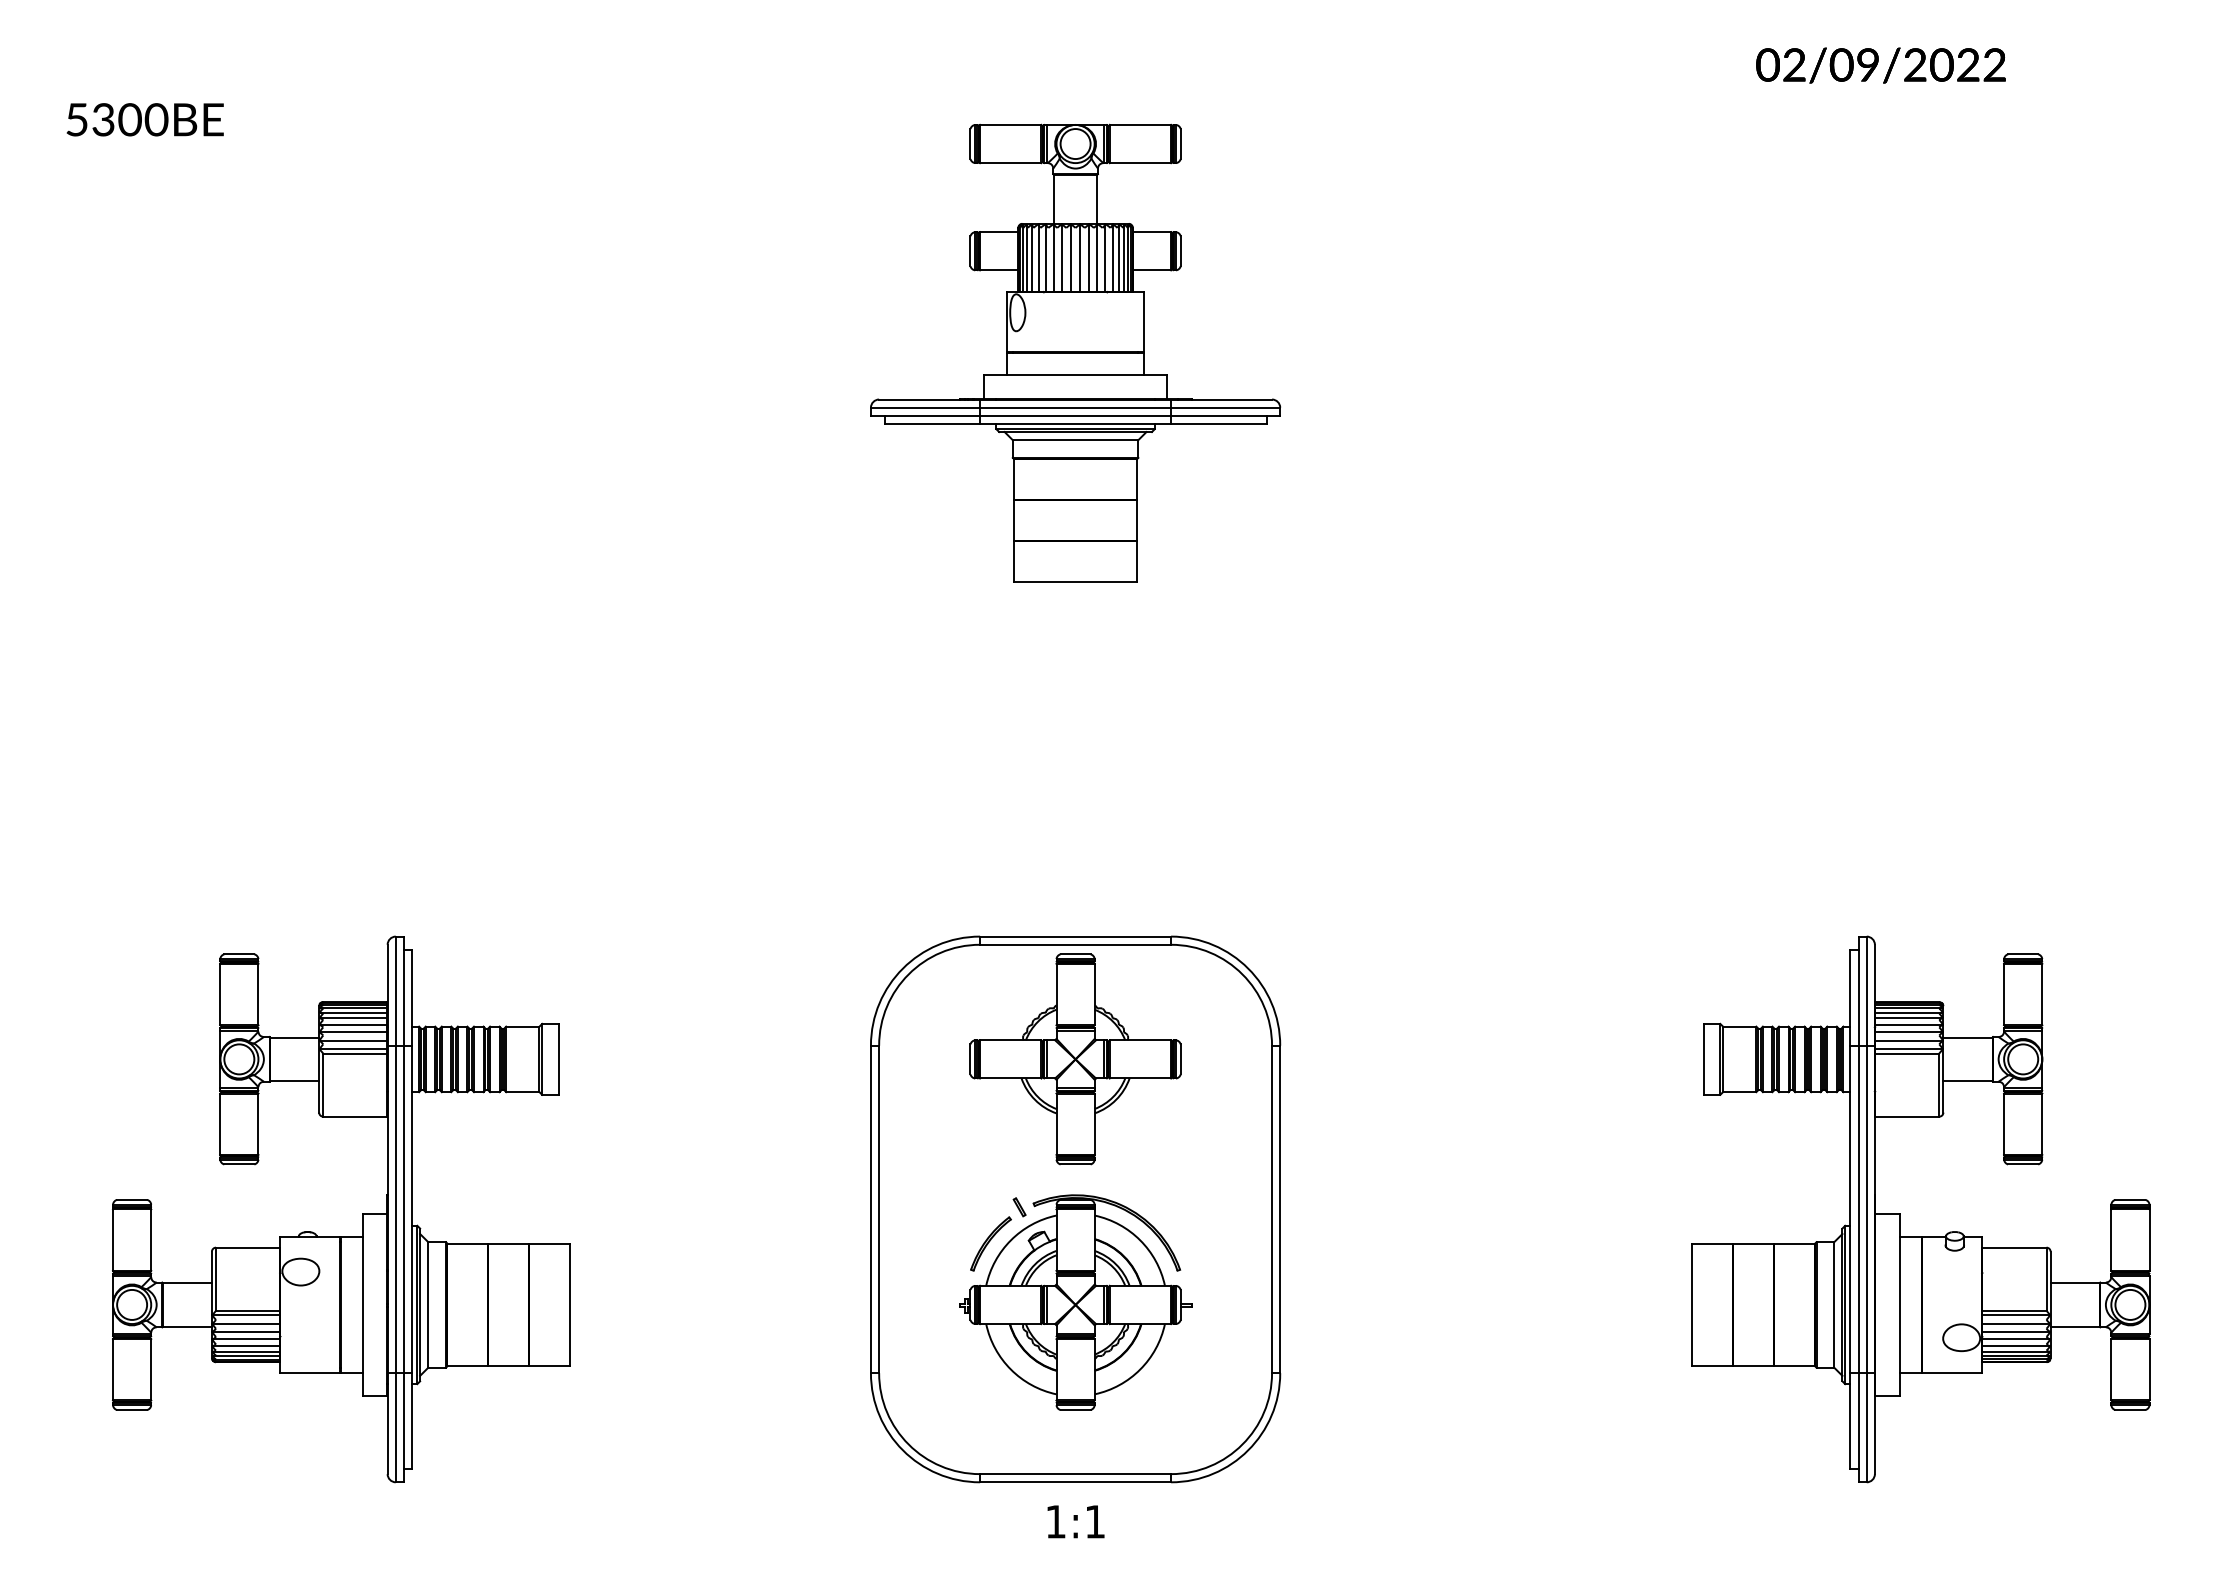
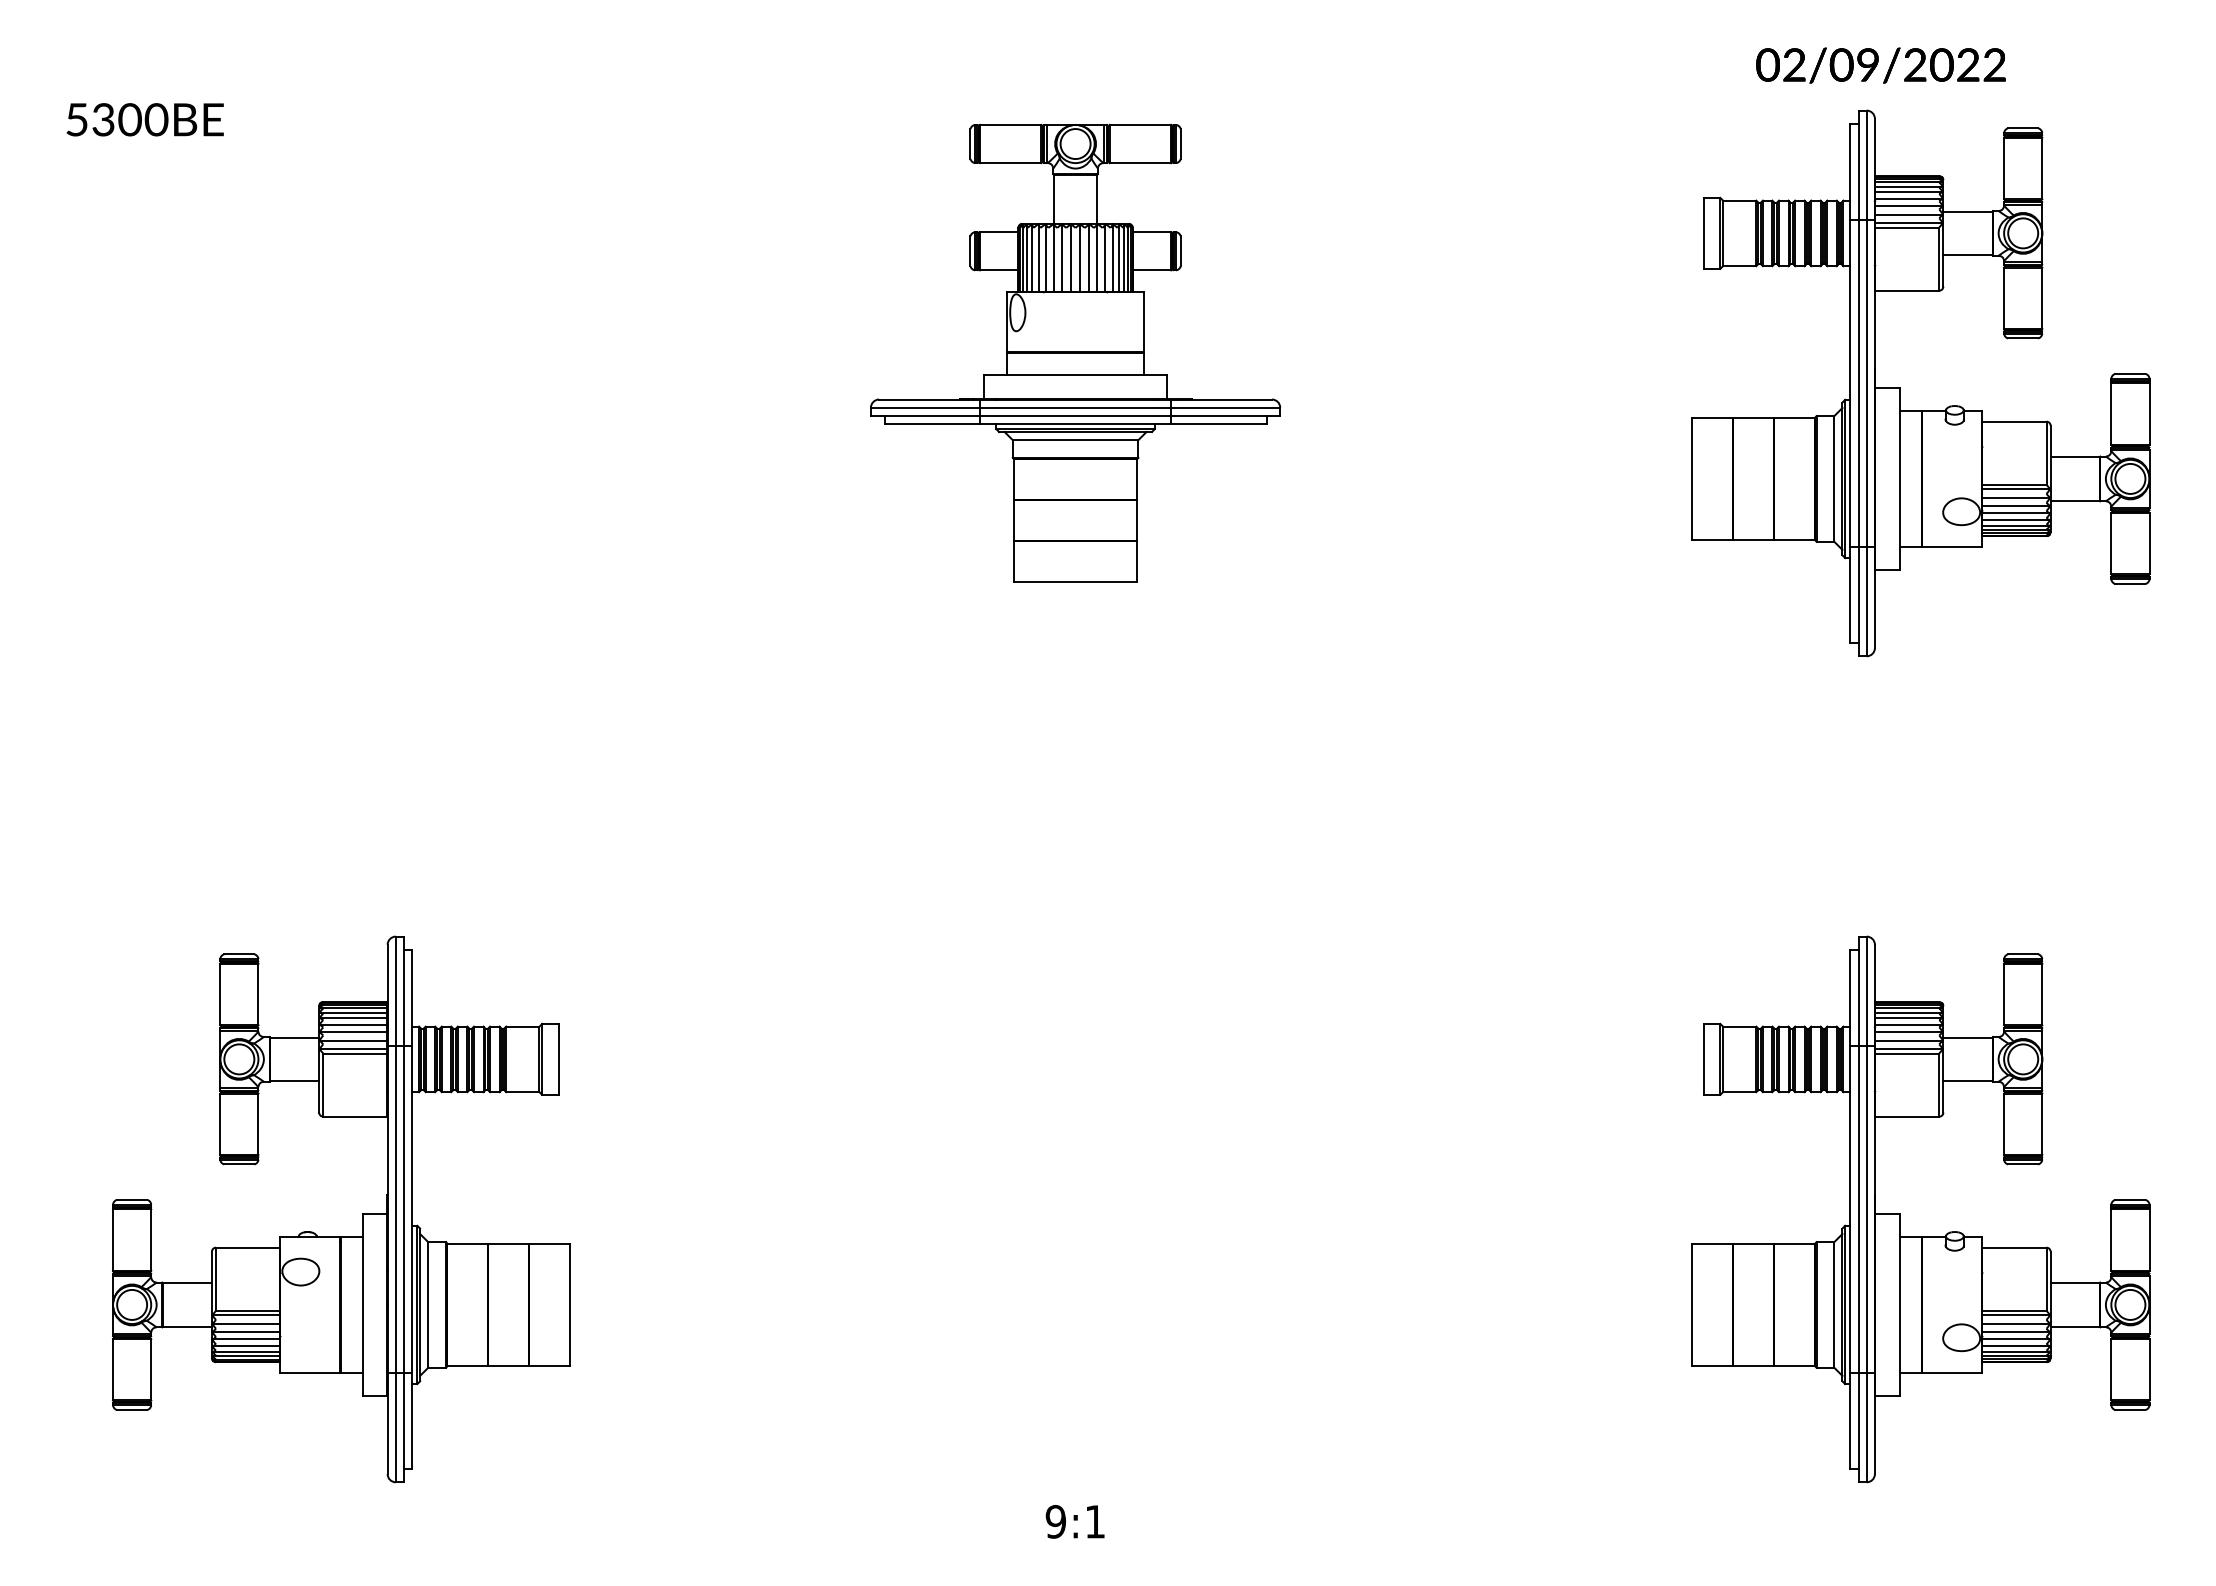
part at (1900, 387): none -> present
part at (1075, 1209): present -> none
text at (1055, 1521): 1:1 -> 9:1
